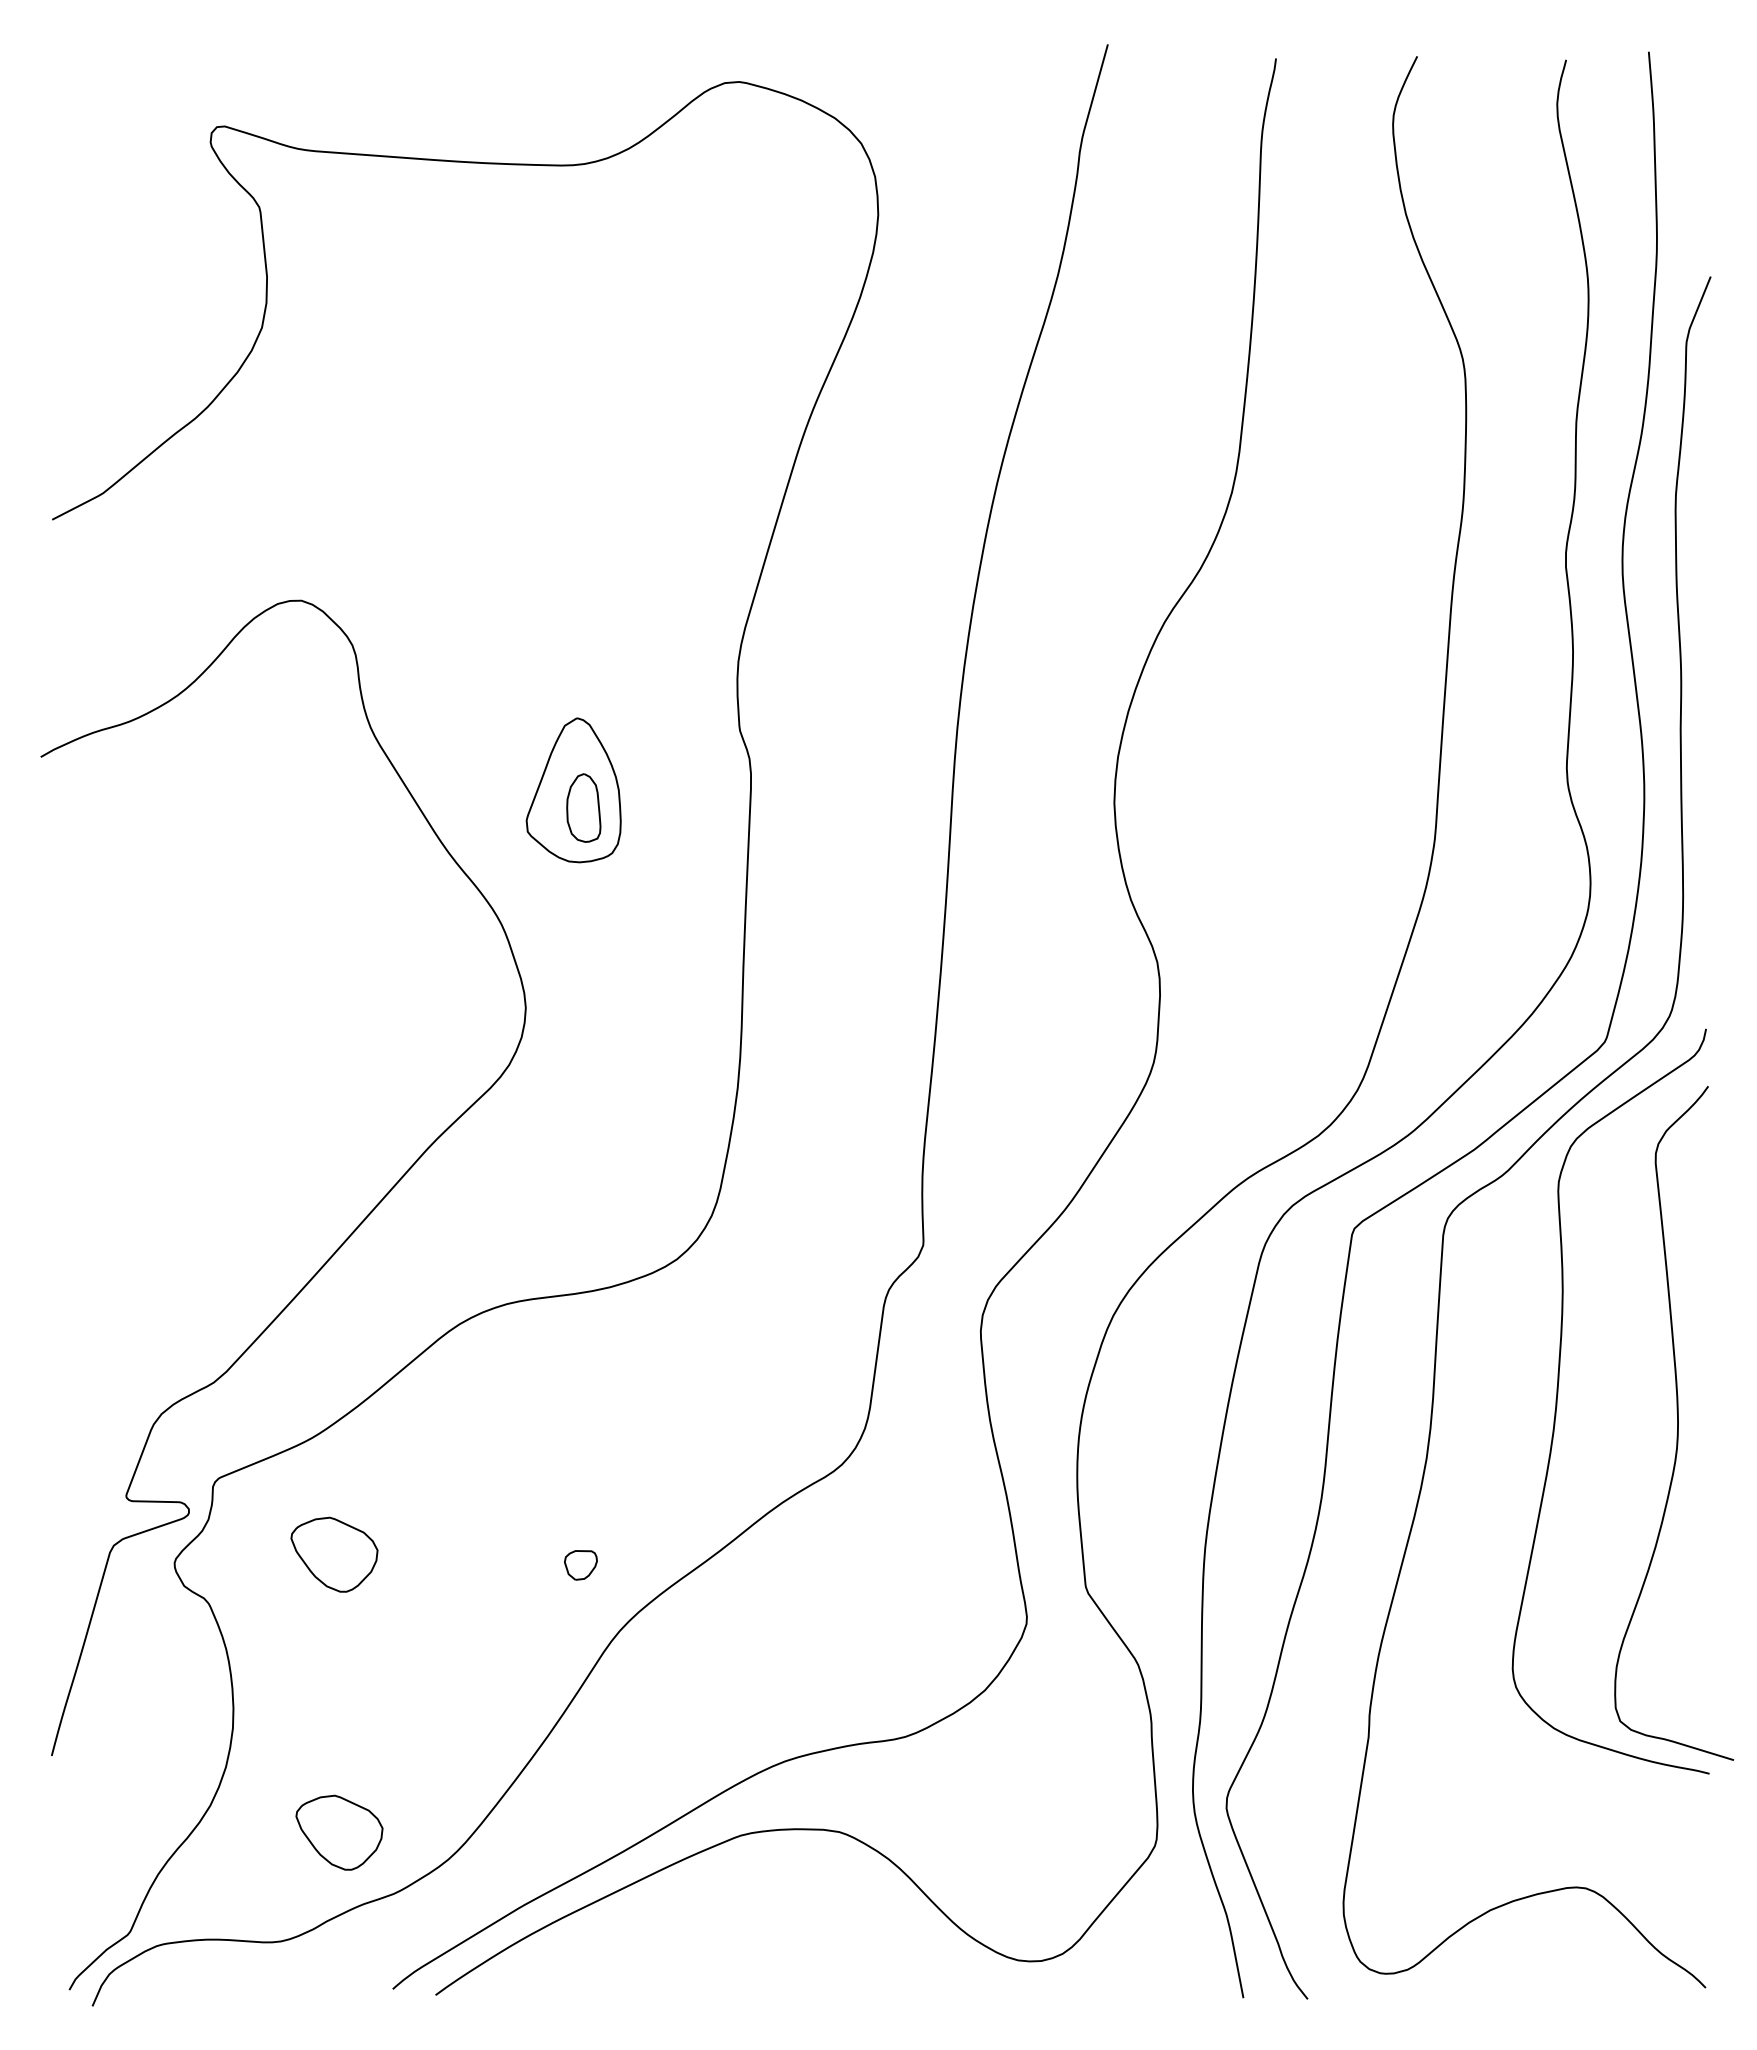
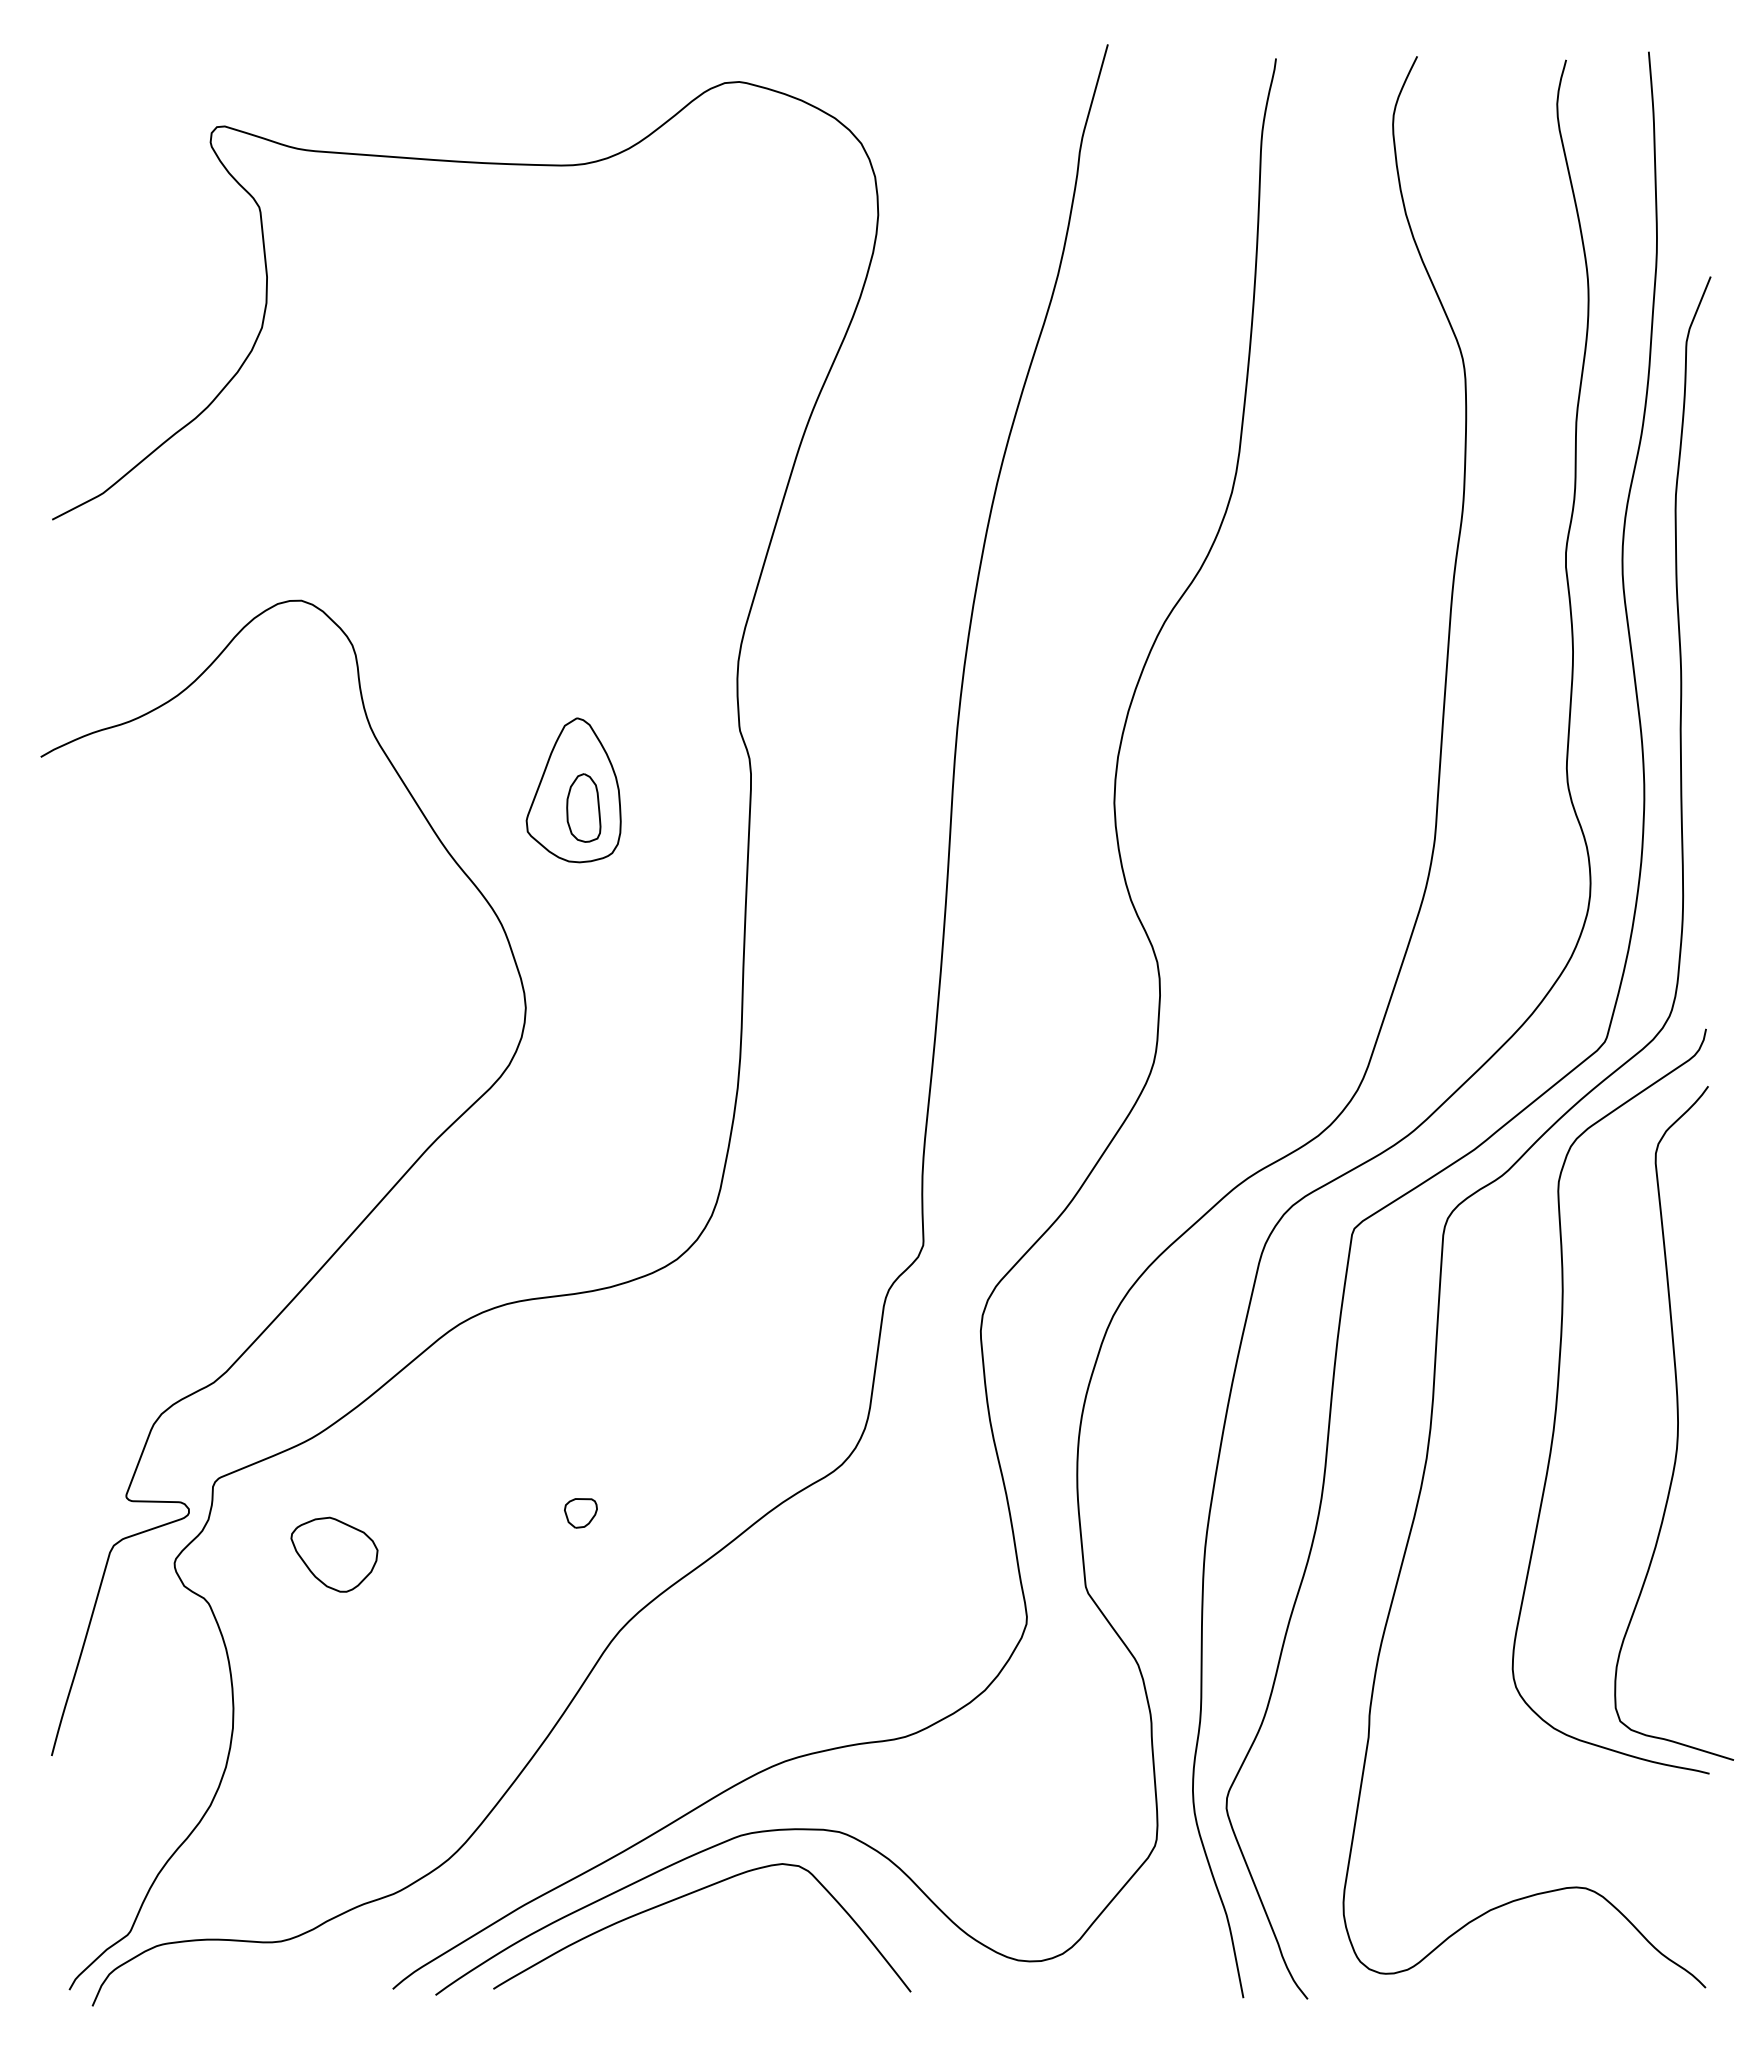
part at (580, 1565) position: (580, 1565) -> (580, 1513)
part at (339, 1832): present -> none
curve at (688, 1895): none -> present
